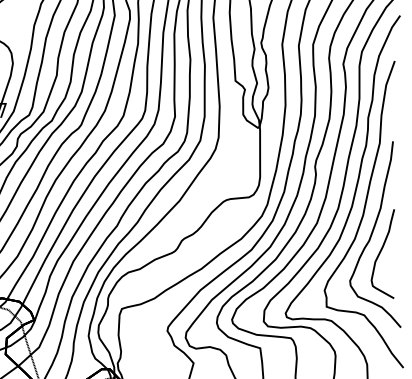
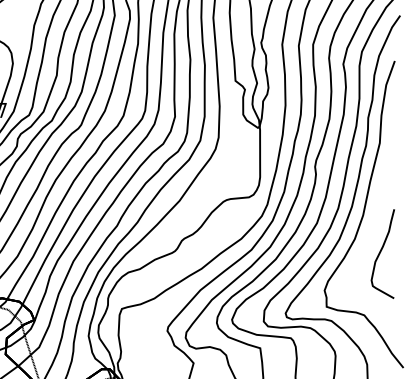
curve at (373, 232): present -> none
